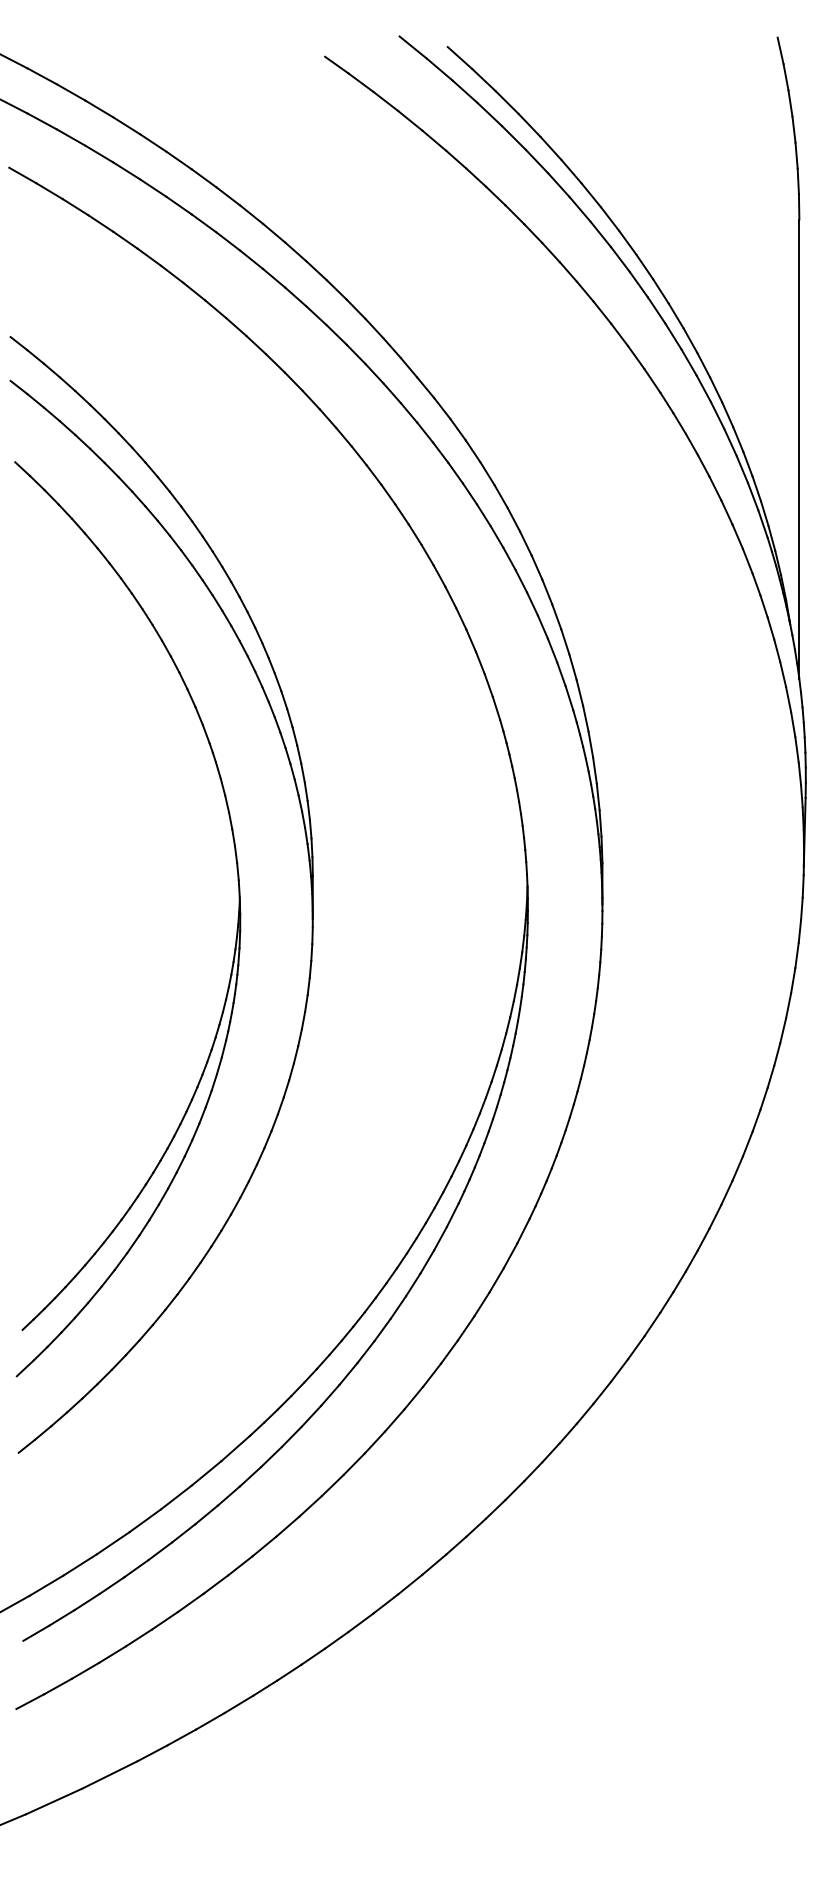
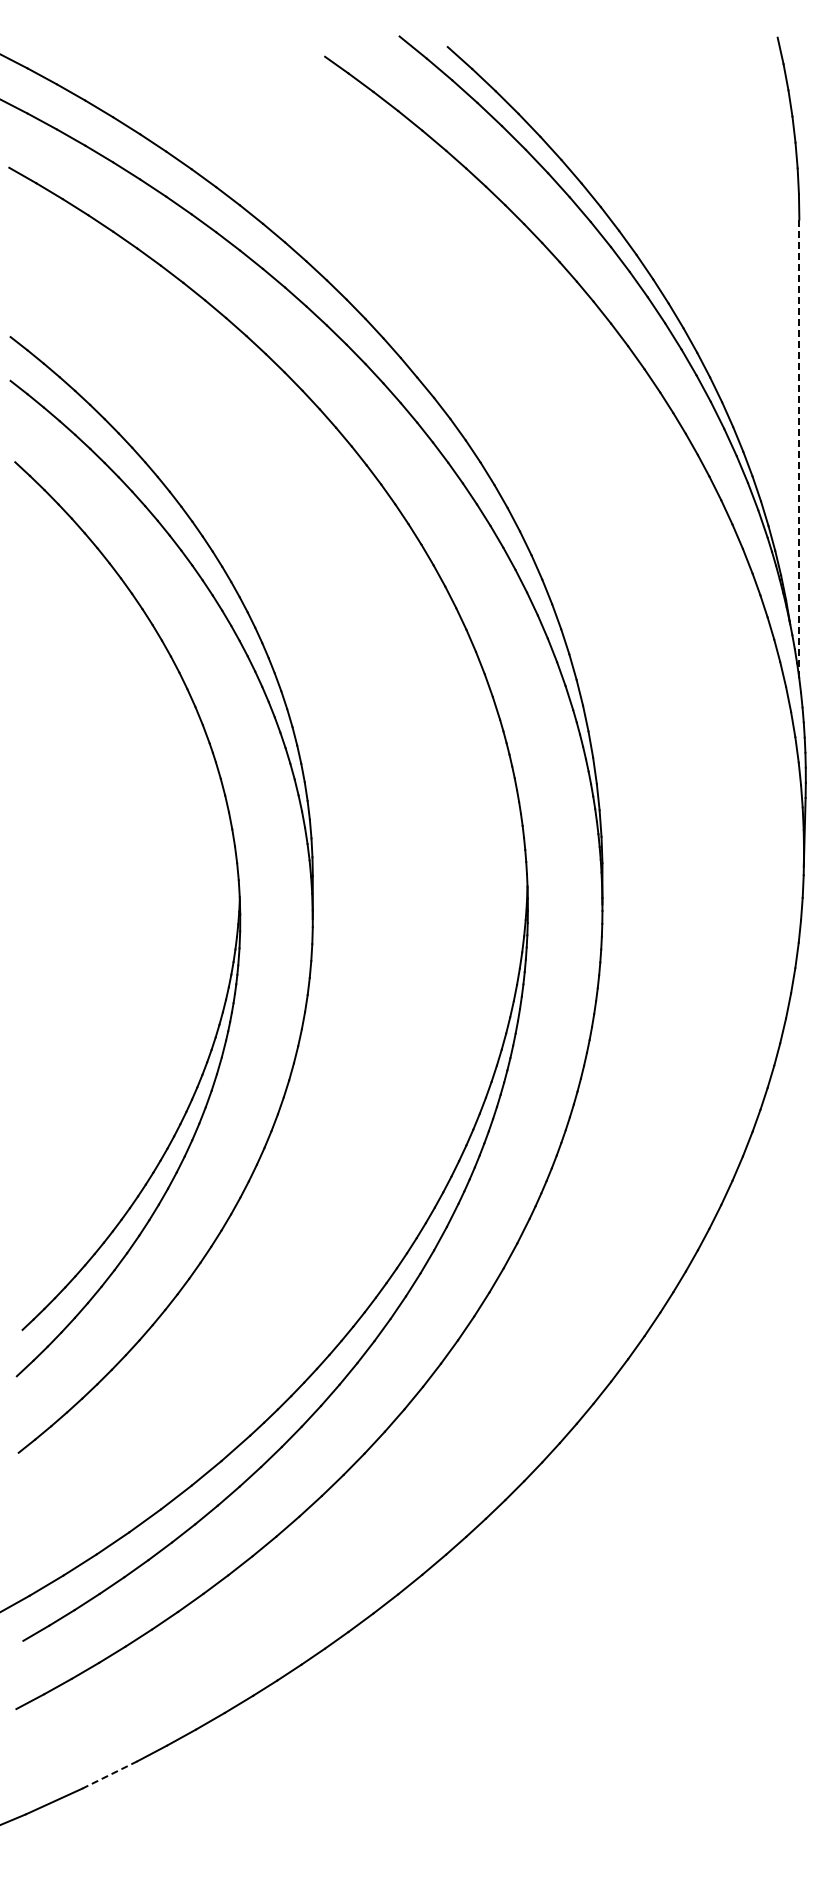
line at (799, 449): solid -> dashed
line at (109, 1774): solid -> dashed
